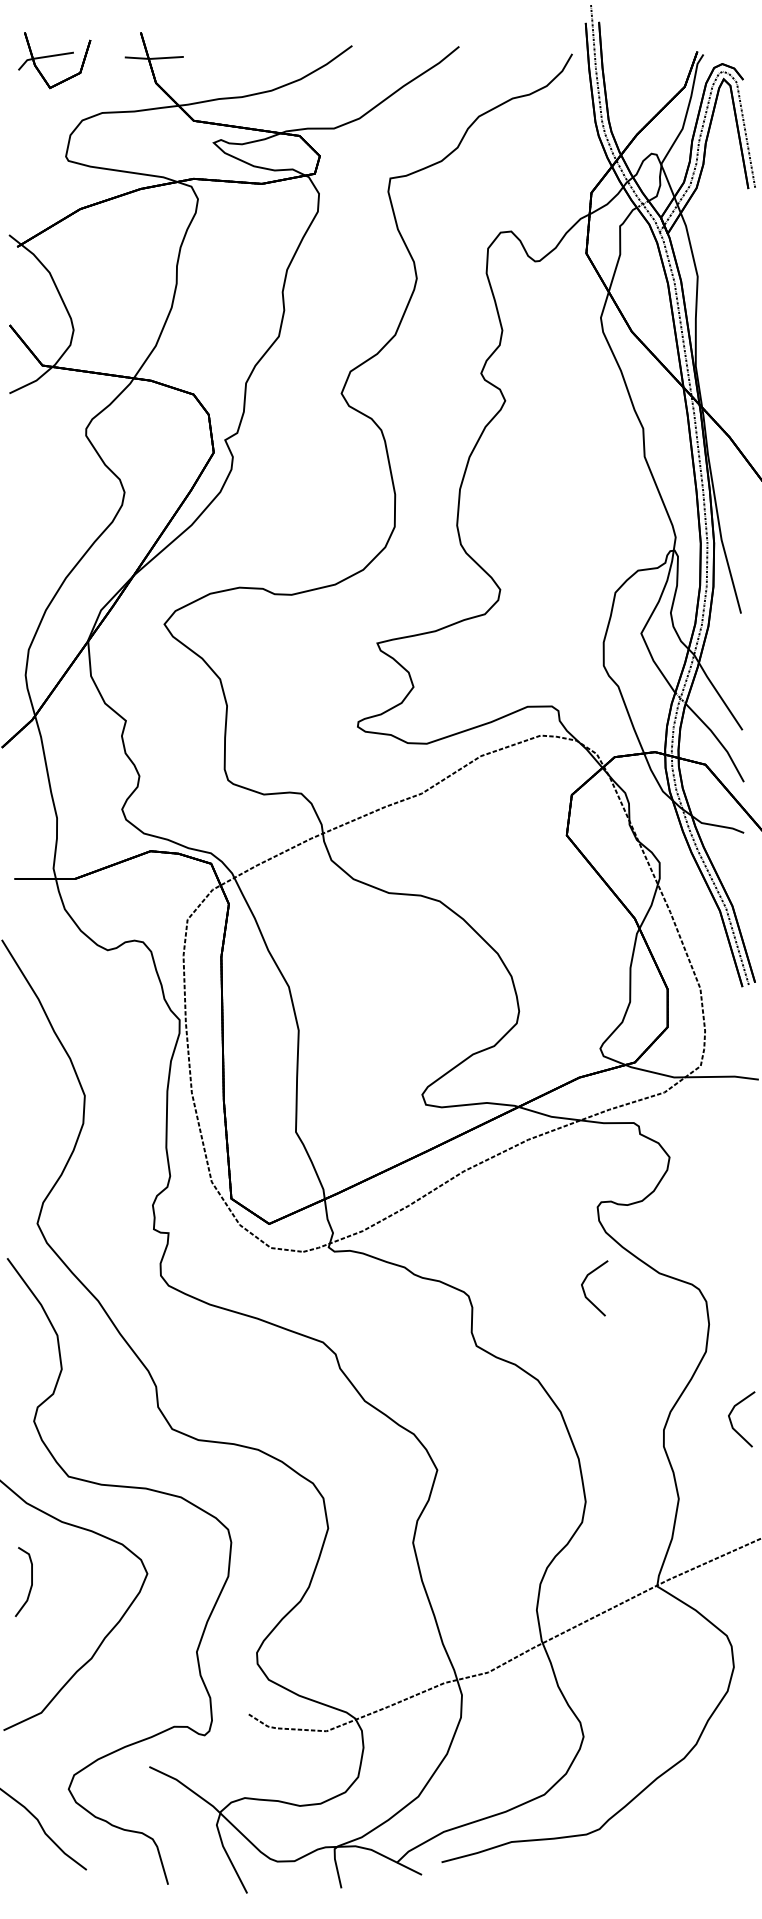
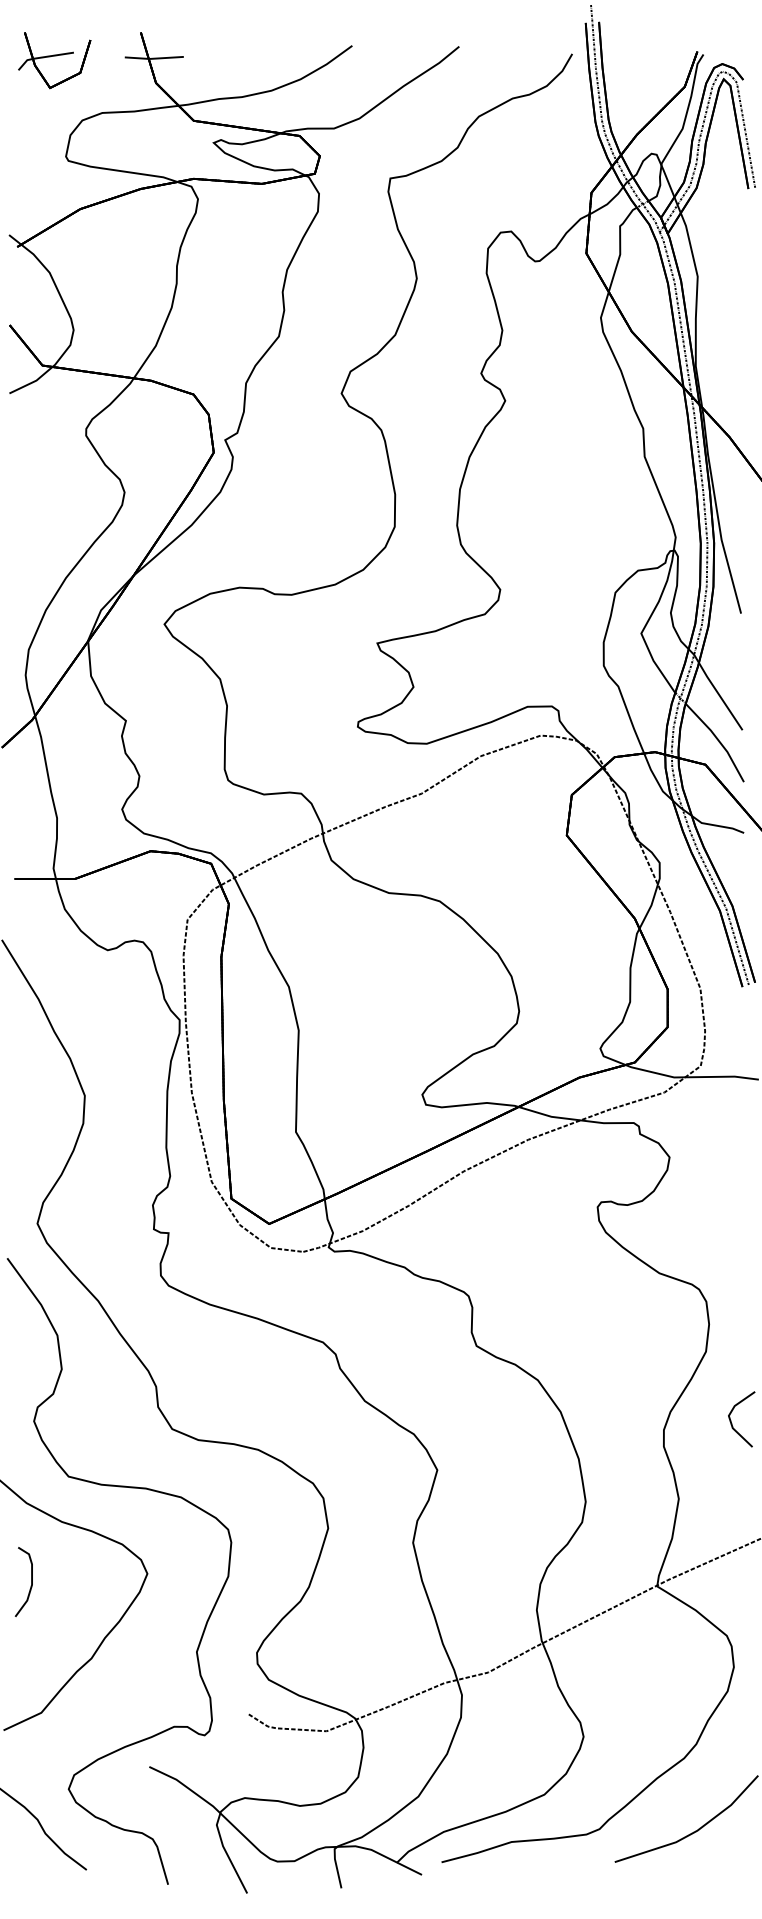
line at (585, 1292): present -> none
line at (693, 1831): none -> present
